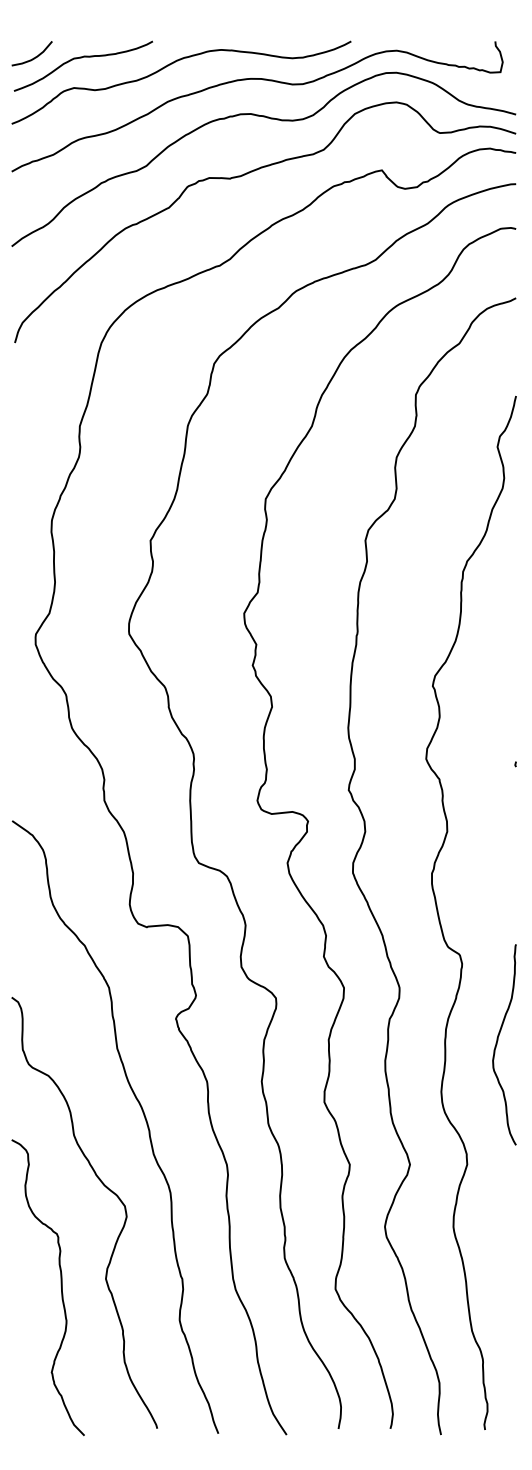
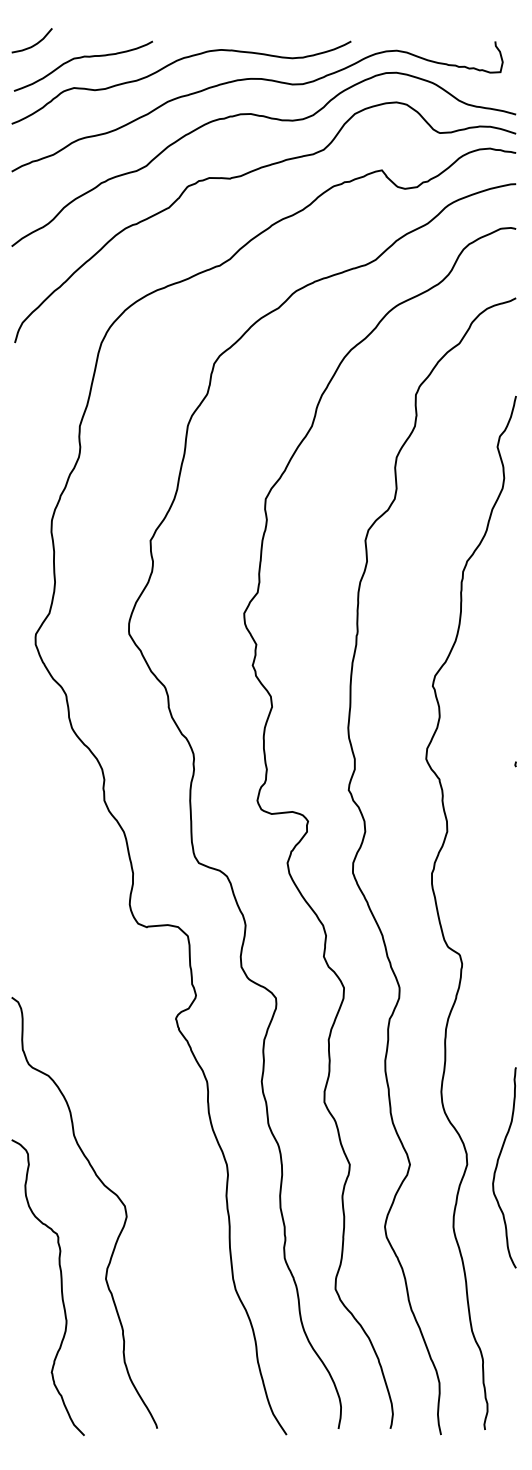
curve at (33, 57) position: (33, 57) -> (33, 44)
curve at (497, 1044) position: (497, 1044) -> (497, 1167)
curve at (143, 1115): present -> none
